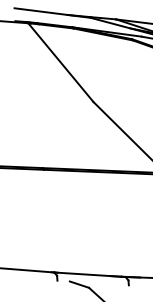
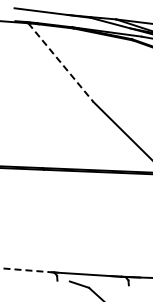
line at (61, 63): solid -> dashed
line at (26, 270): solid -> dashed
